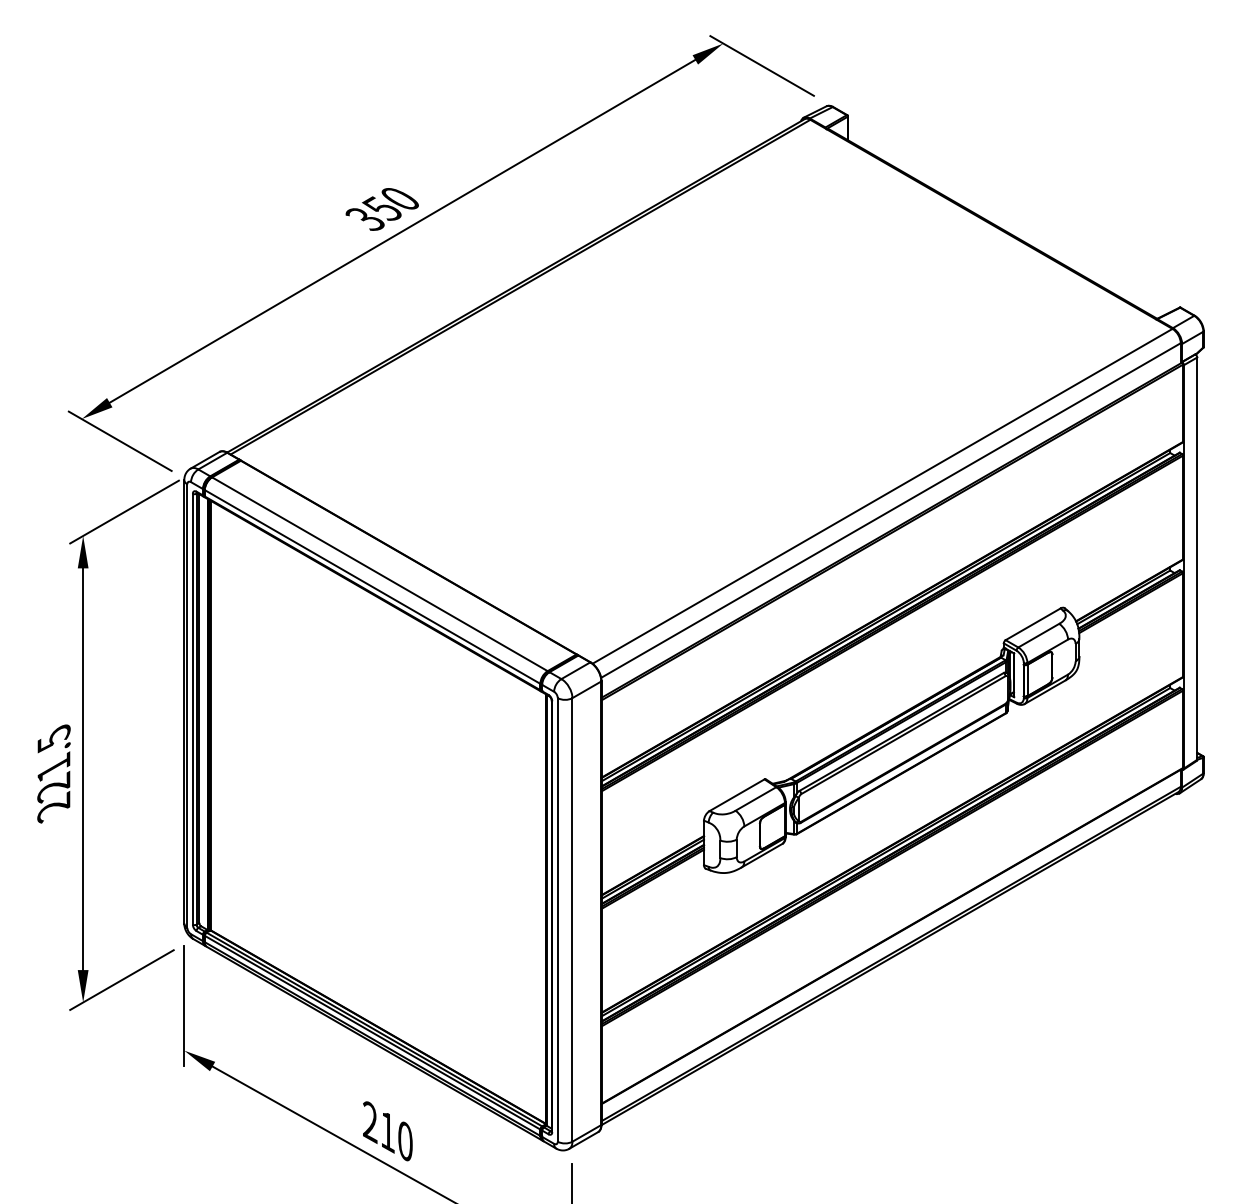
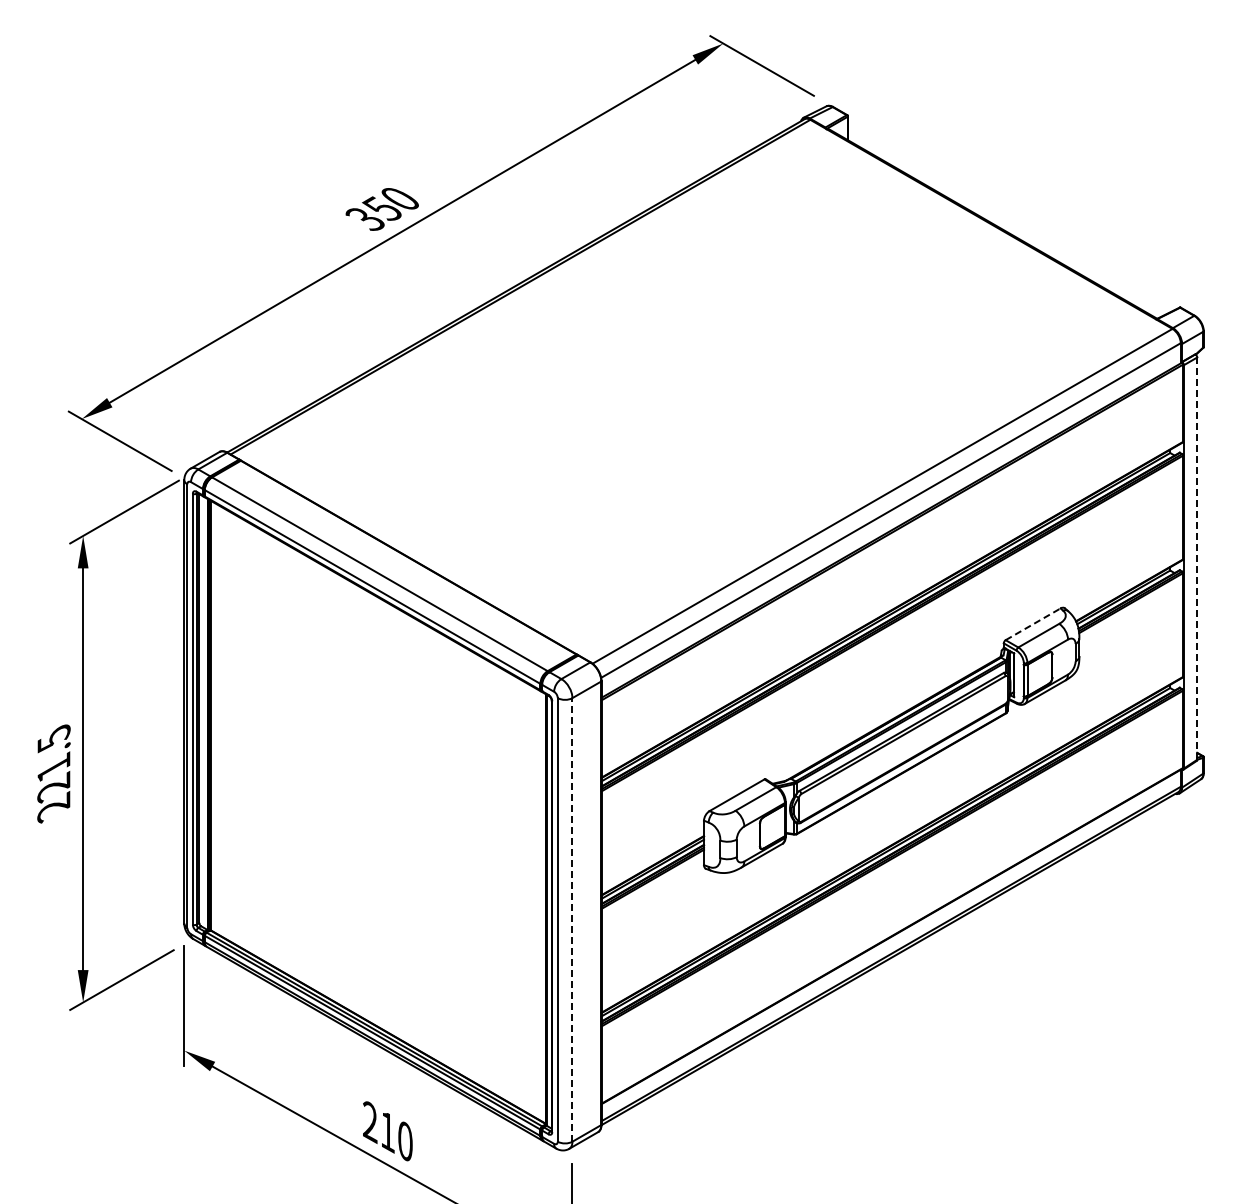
line at (1197, 558): solid -> dashed
line at (1033, 624): solid -> dashed
line at (572, 919): solid -> dashed
